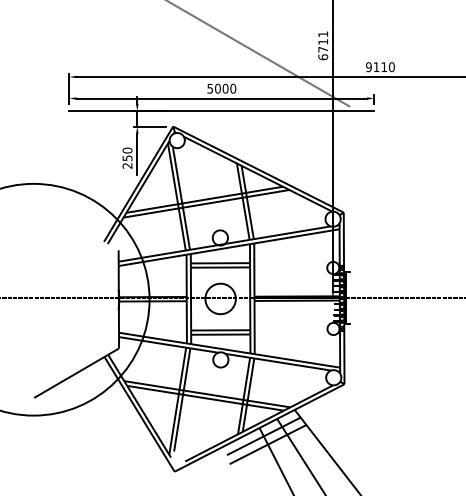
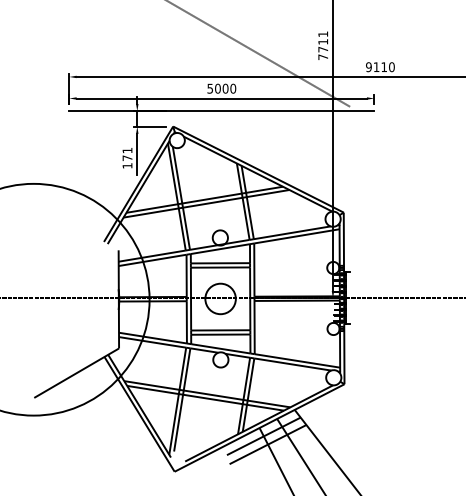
text at (323, 57): 6711 -> 7711
text at (127, 157): 250 -> 171
